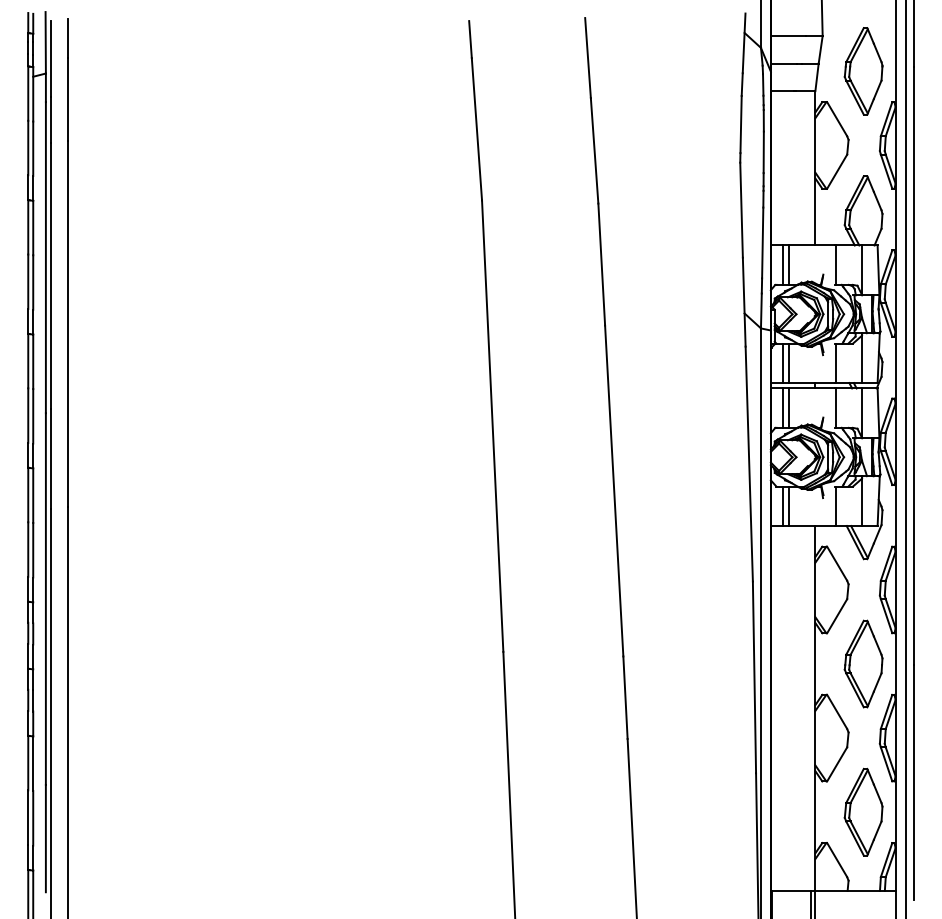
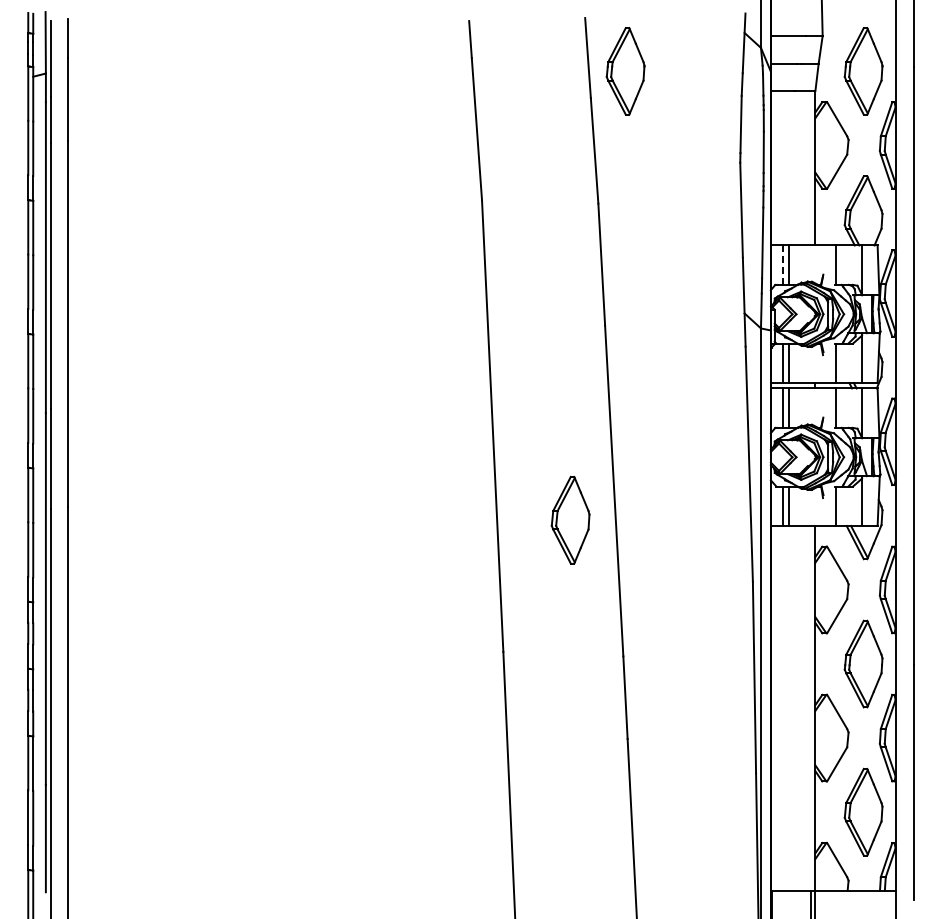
part at (625, 71): none -> present
line at (782, 265): solid -> dashed
line at (906, 458): present -> none
part at (570, 519): none -> present
